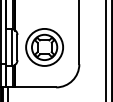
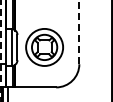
line at (79, 32): solid -> dashed
line at (106, 50): present -> none
line at (1, 51): solid -> dashed
